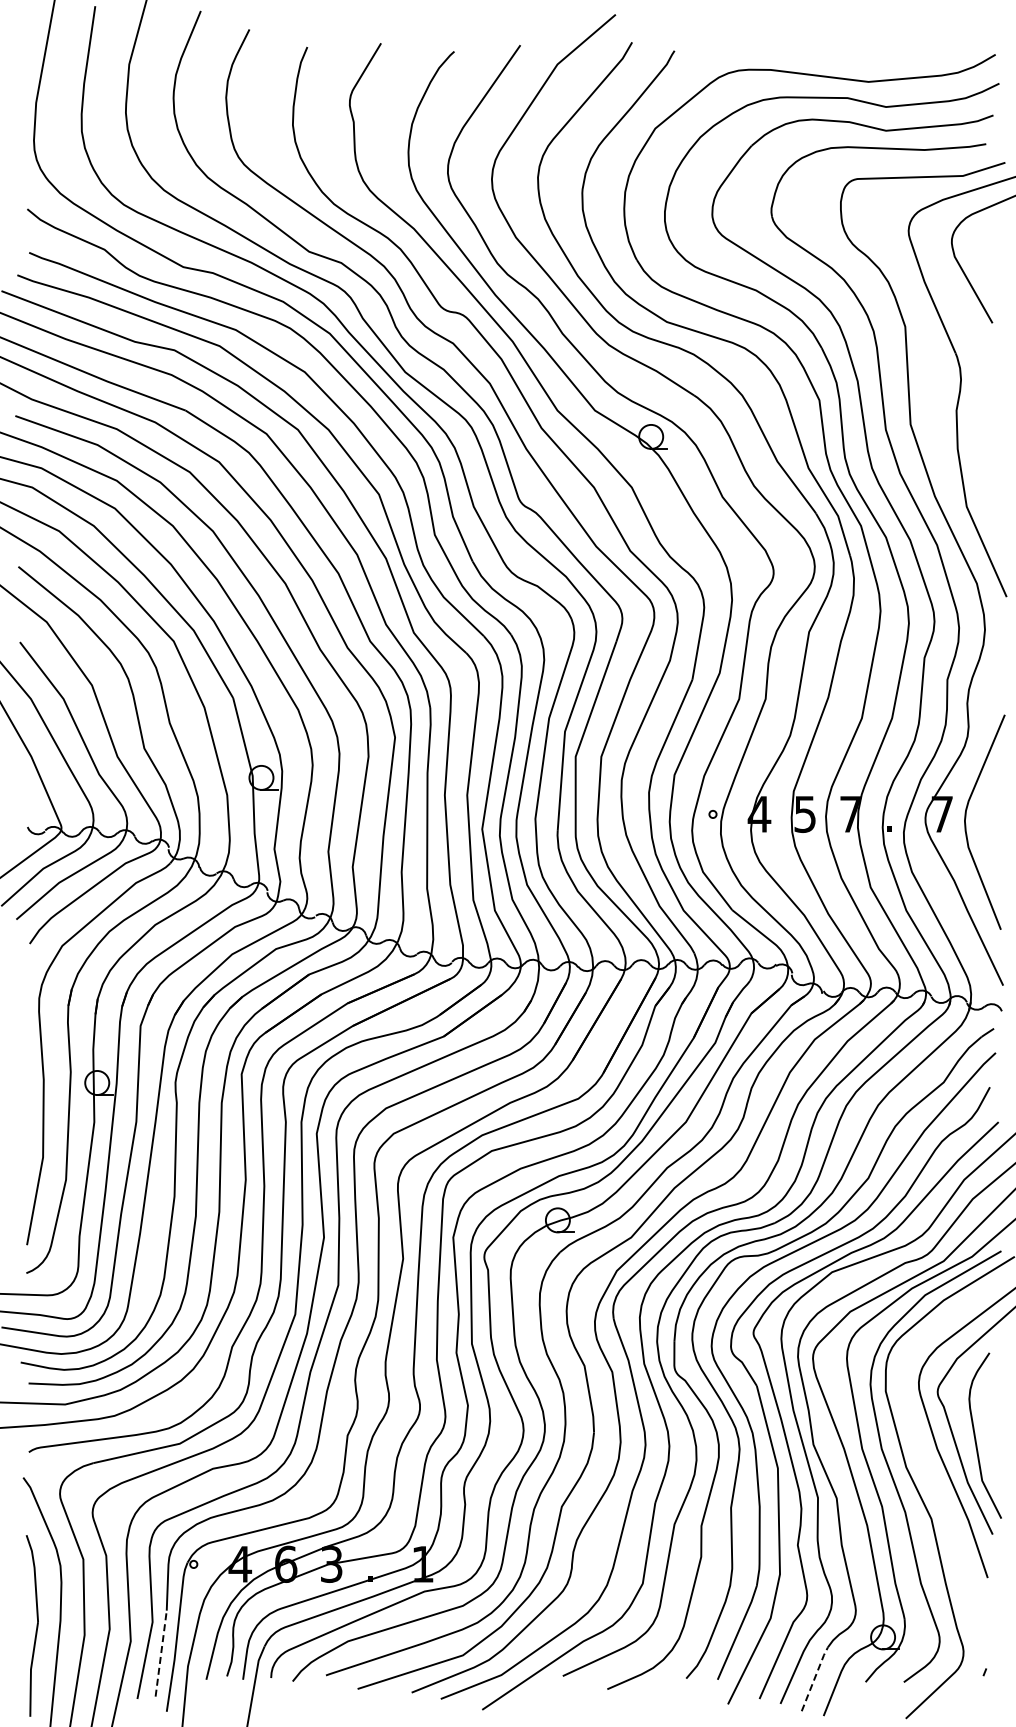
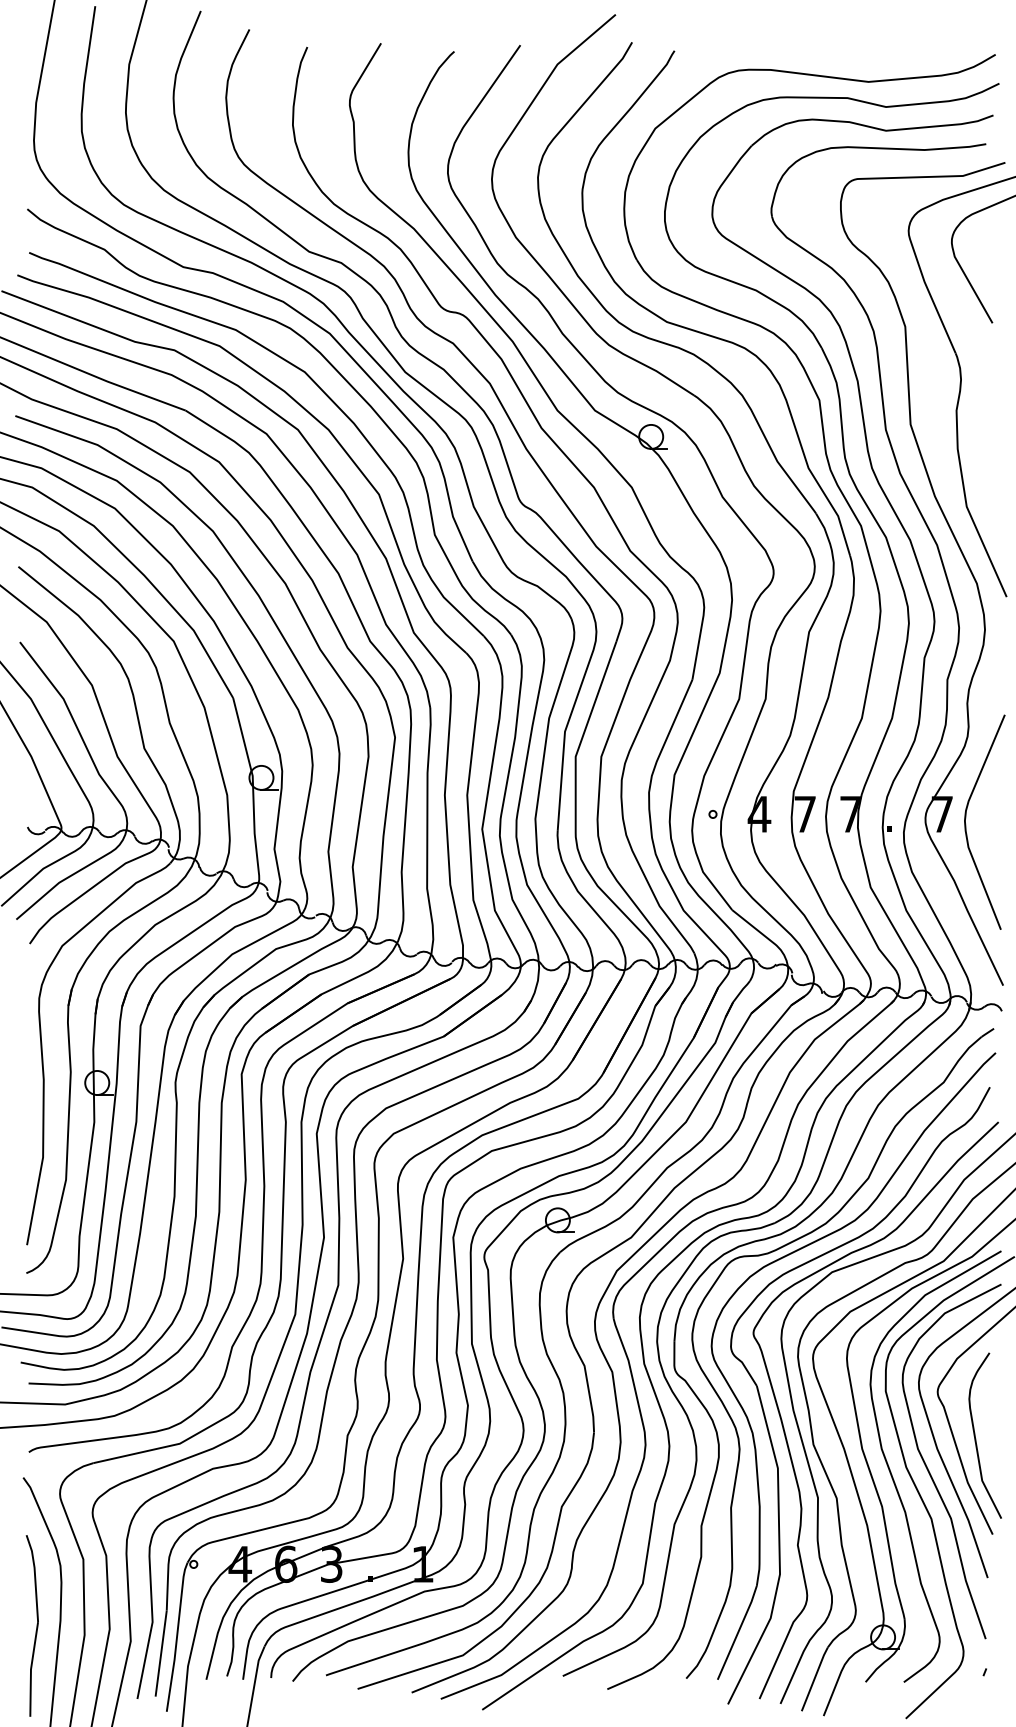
text at (804, 814): 5 -> 7
curve at (930, 1472): none -> present
line at (161, 1653): dashed -> solid
line at (814, 1678): dashed -> solid
